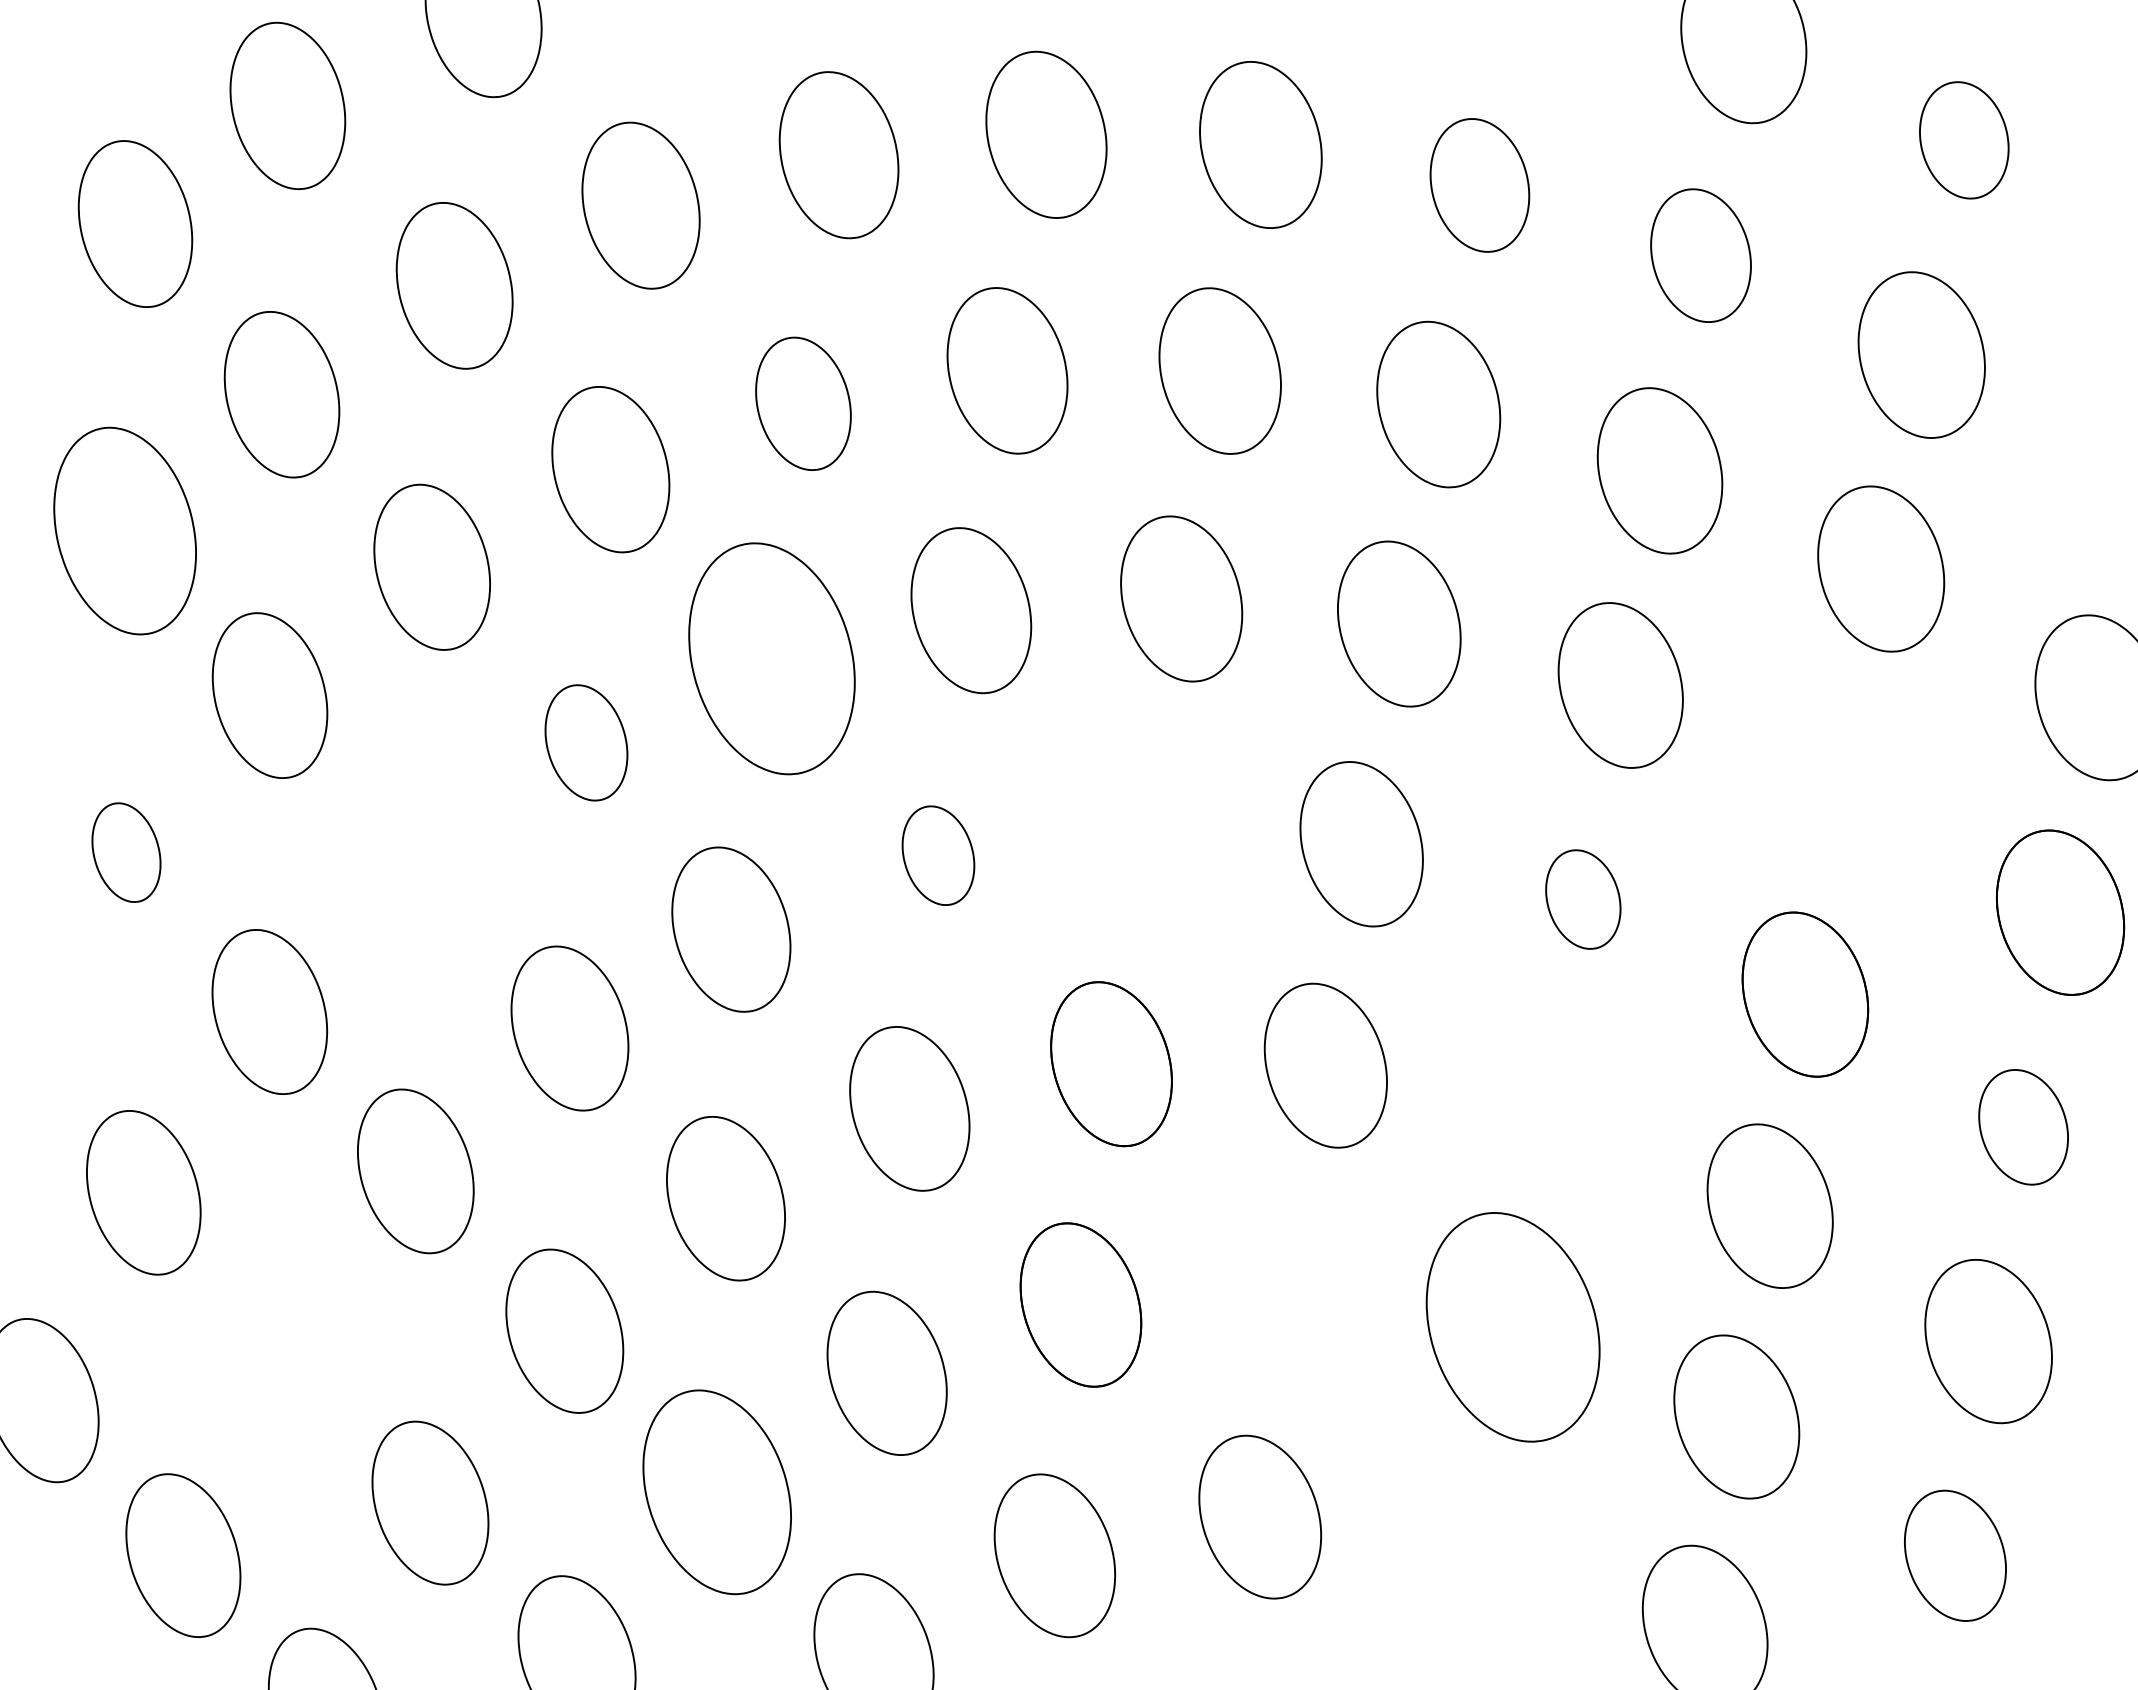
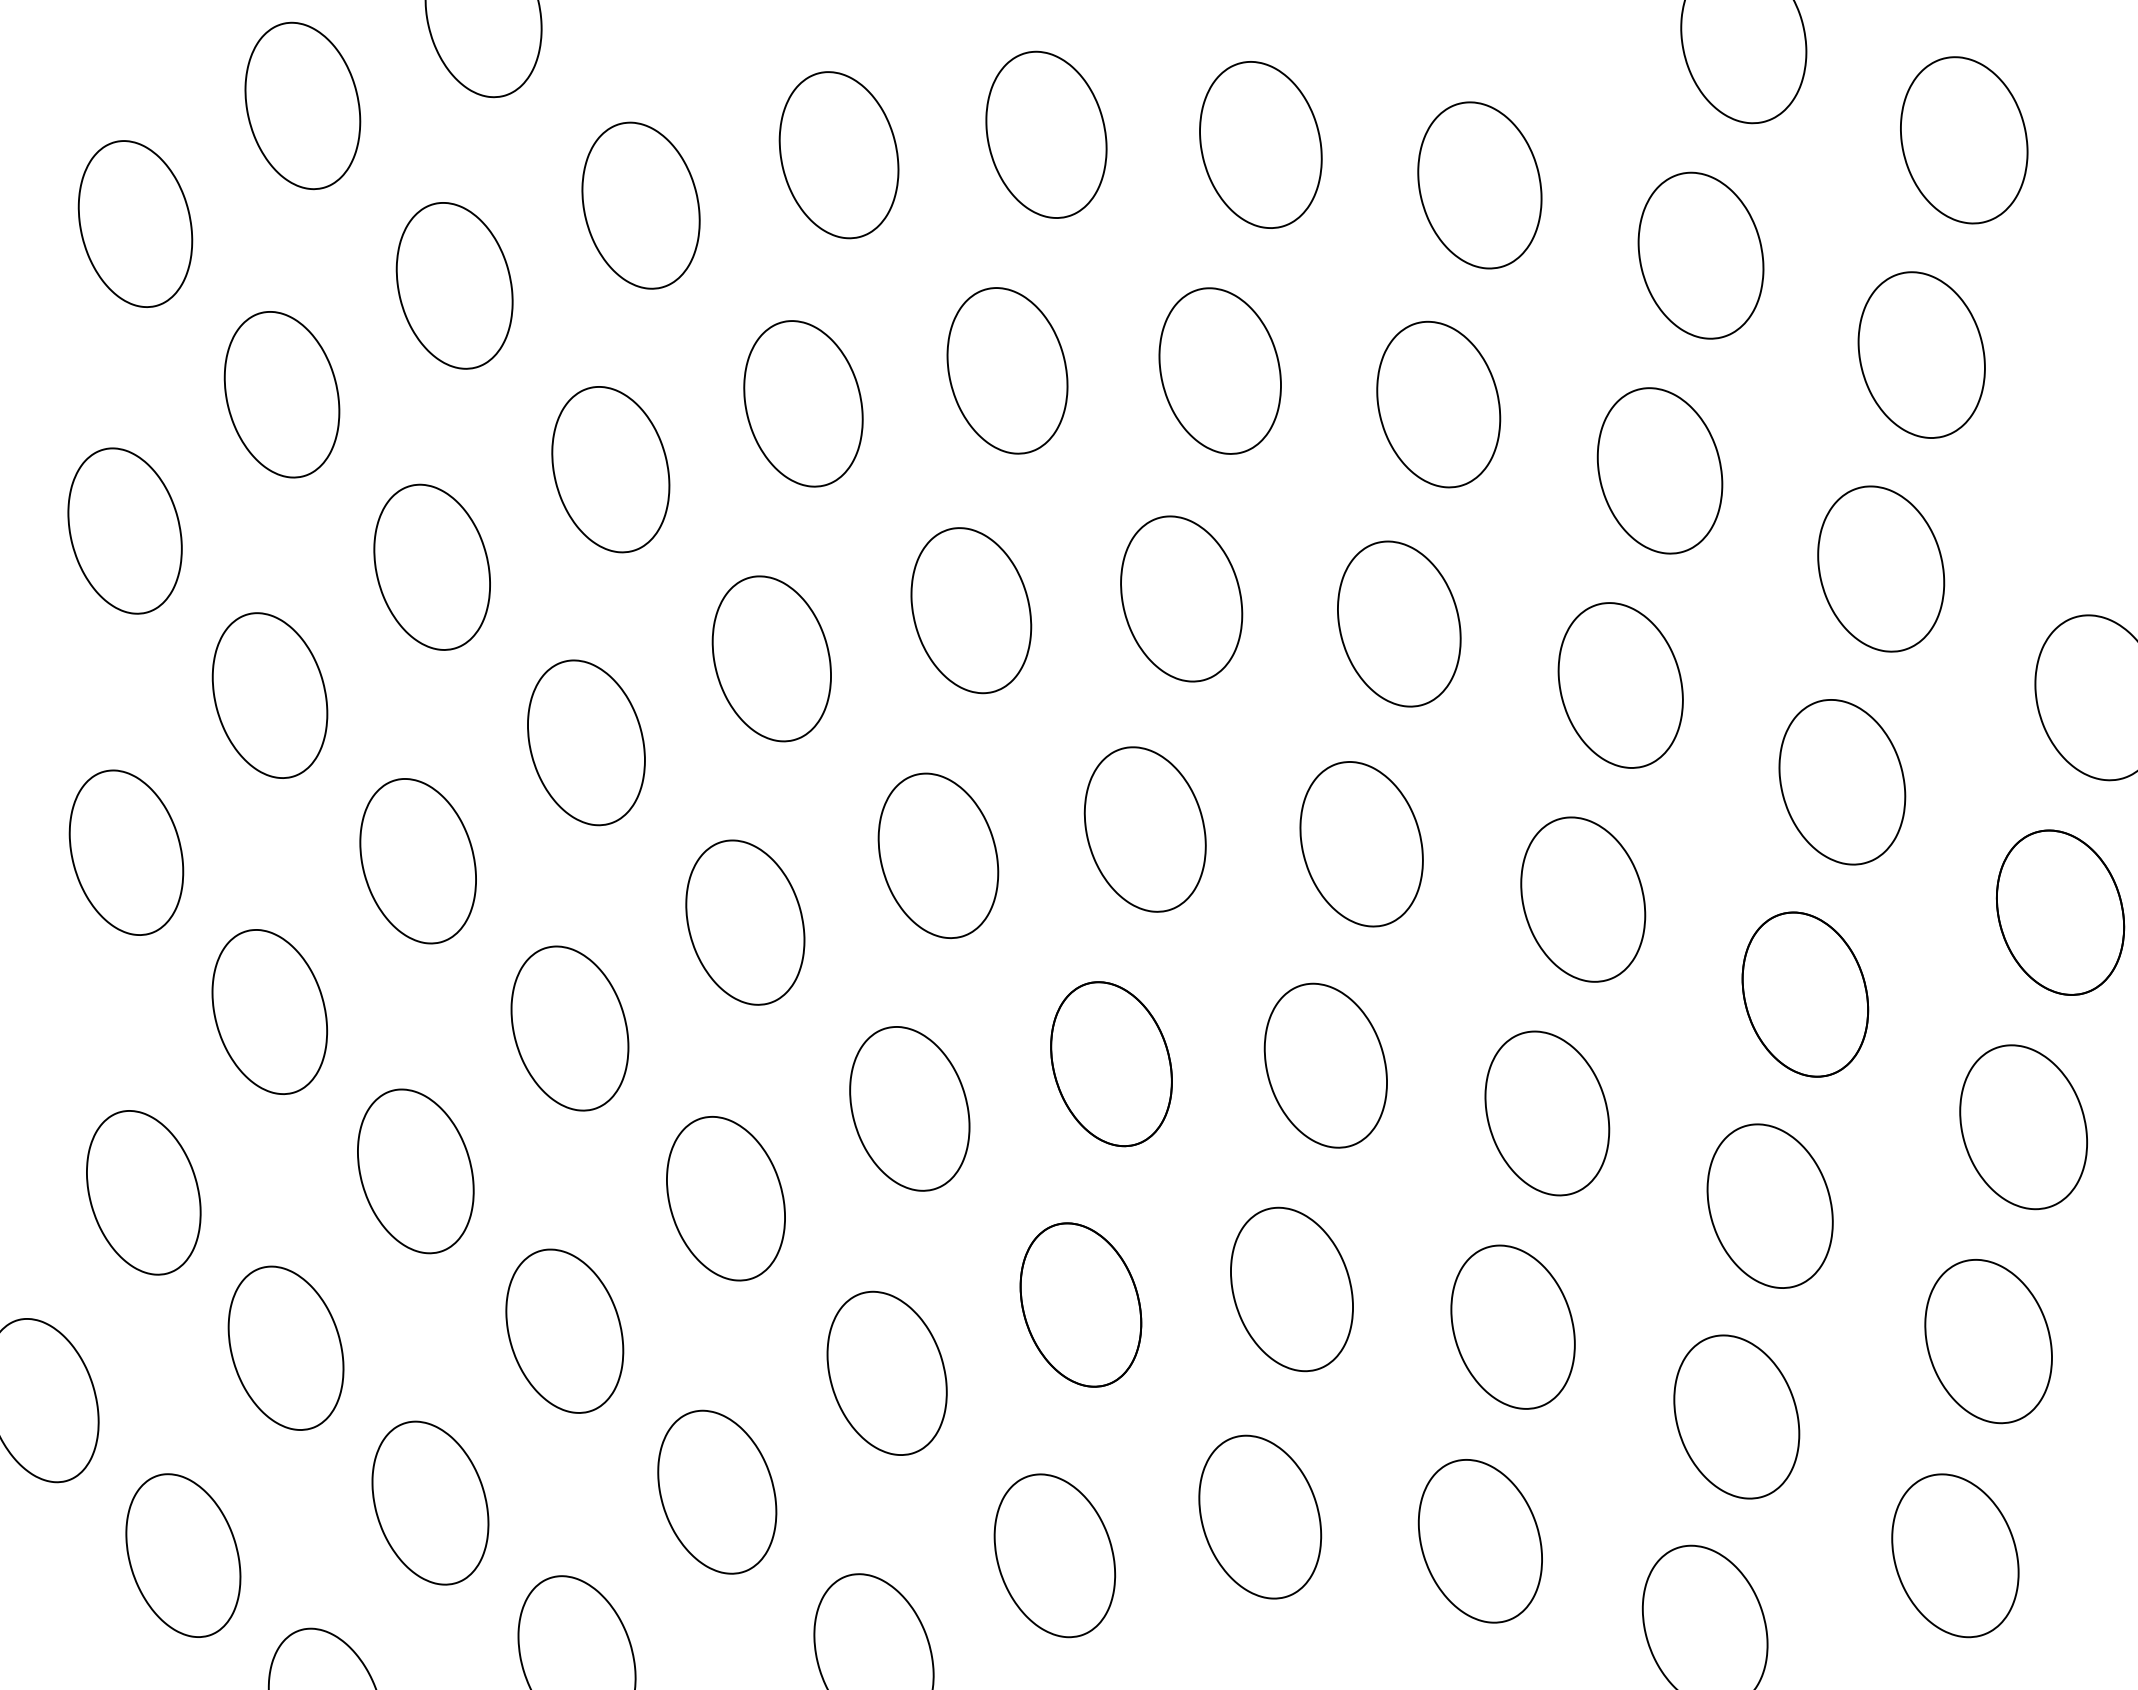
part at (287, 105) position: (287, 105) -> (302, 105)
part at (1964, 140) size: 91x119 px -> 129x169 px
part at (1479, 185) size: 102x135 px -> 126x169 px
part at (1700, 255) size: 102x135 px -> 128x169 px
part at (803, 403) size: 97x135 px -> 121x168 px
part at (124, 530) size: 144x210 px -> 116x168 px
part at (771, 658) size: 168x234 px -> 121x168 px
part at (586, 742) size: 85x118 px -> 119x168 px
part at (1842, 782): none -> present
part at (1144, 829): none -> present
part at (126, 852) size: 71x101 px -> 117x167 px
part at (938, 855) size: 75x101 px -> 123x167 px
part at (417, 861): none -> present
part at (1583, 899) size: 77x101 px -> 127x167 px
part at (731, 929) position: (731, 929) -> (745, 922)
part at (1547, 1113): none -> present
part at (2023, 1127) size: 91x117 px -> 129x167 px
part at (1291, 1289): none -> present
part at (1512, 1327) size: 176x231 px -> 126x166 px
part at (285, 1347): none -> present
part at (716, 1492) size: 150x207 px -> 121x166 px
part at (1479, 1541): none -> present
part at (1955, 1555) size: 103x133 px -> 129x166 px
